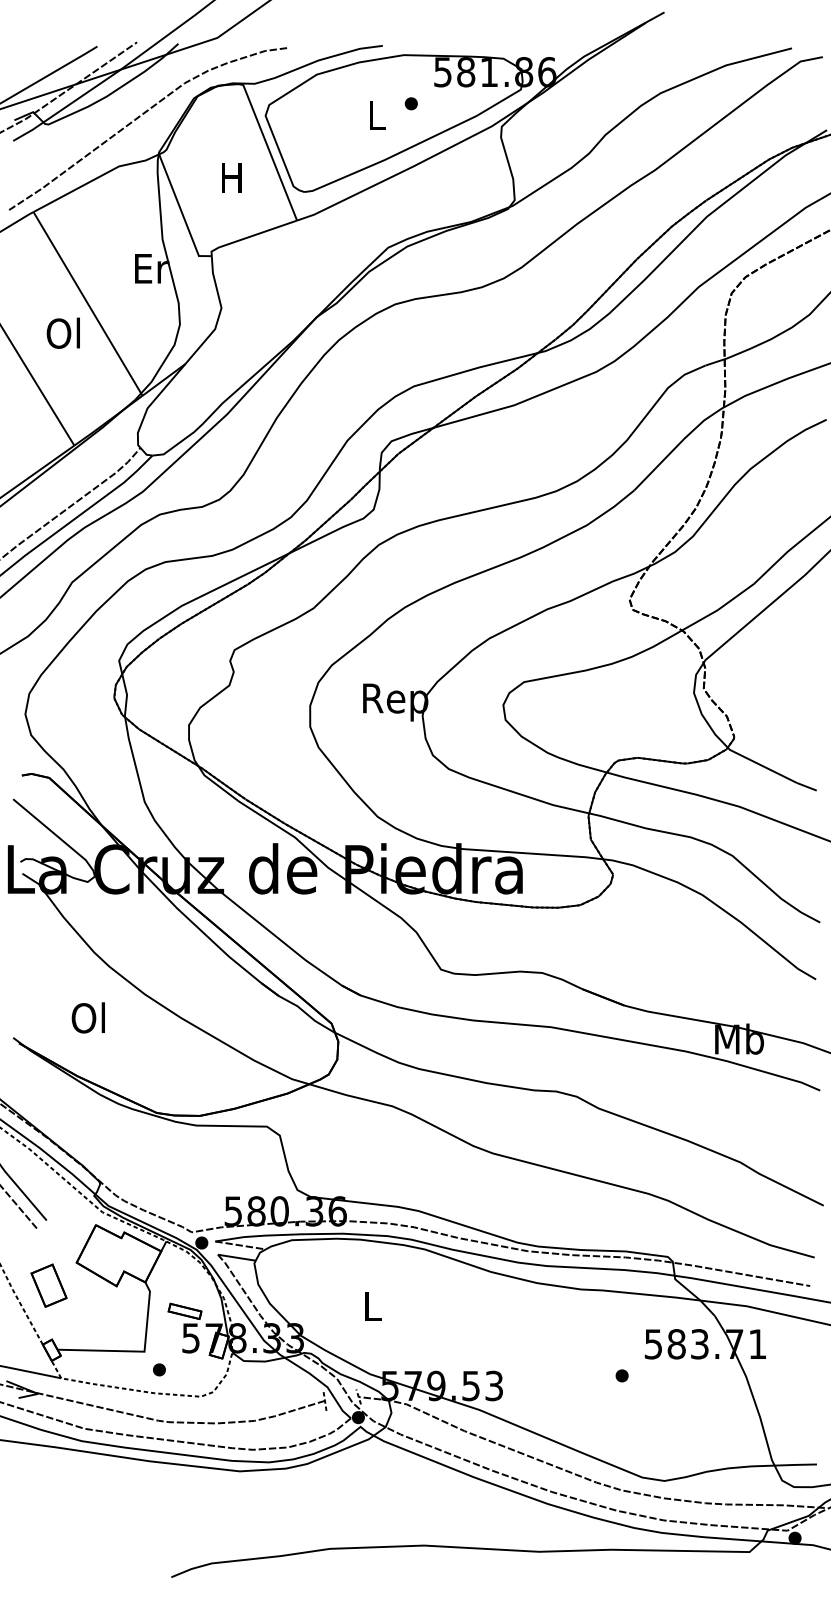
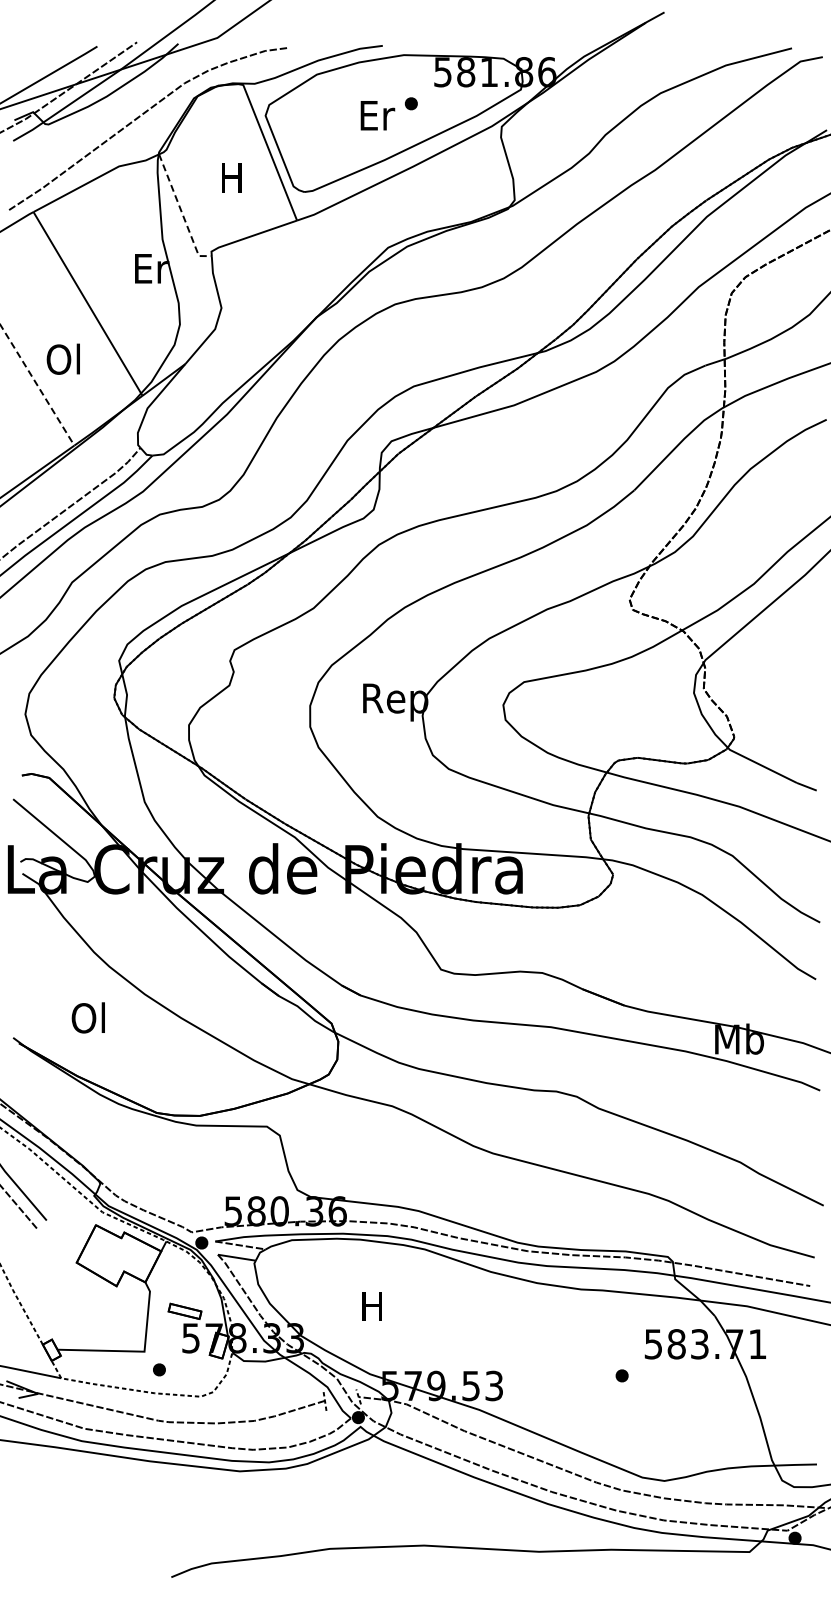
text at (377, 115): L -> Er
line at (181, 211): solid -> dashed
text at (62, 332) position: (62, 332) -> (62, 358)
line at (37, 385): solid -> dashed
part at (48, 1285): present -> none
text at (371, 1306): L -> H
